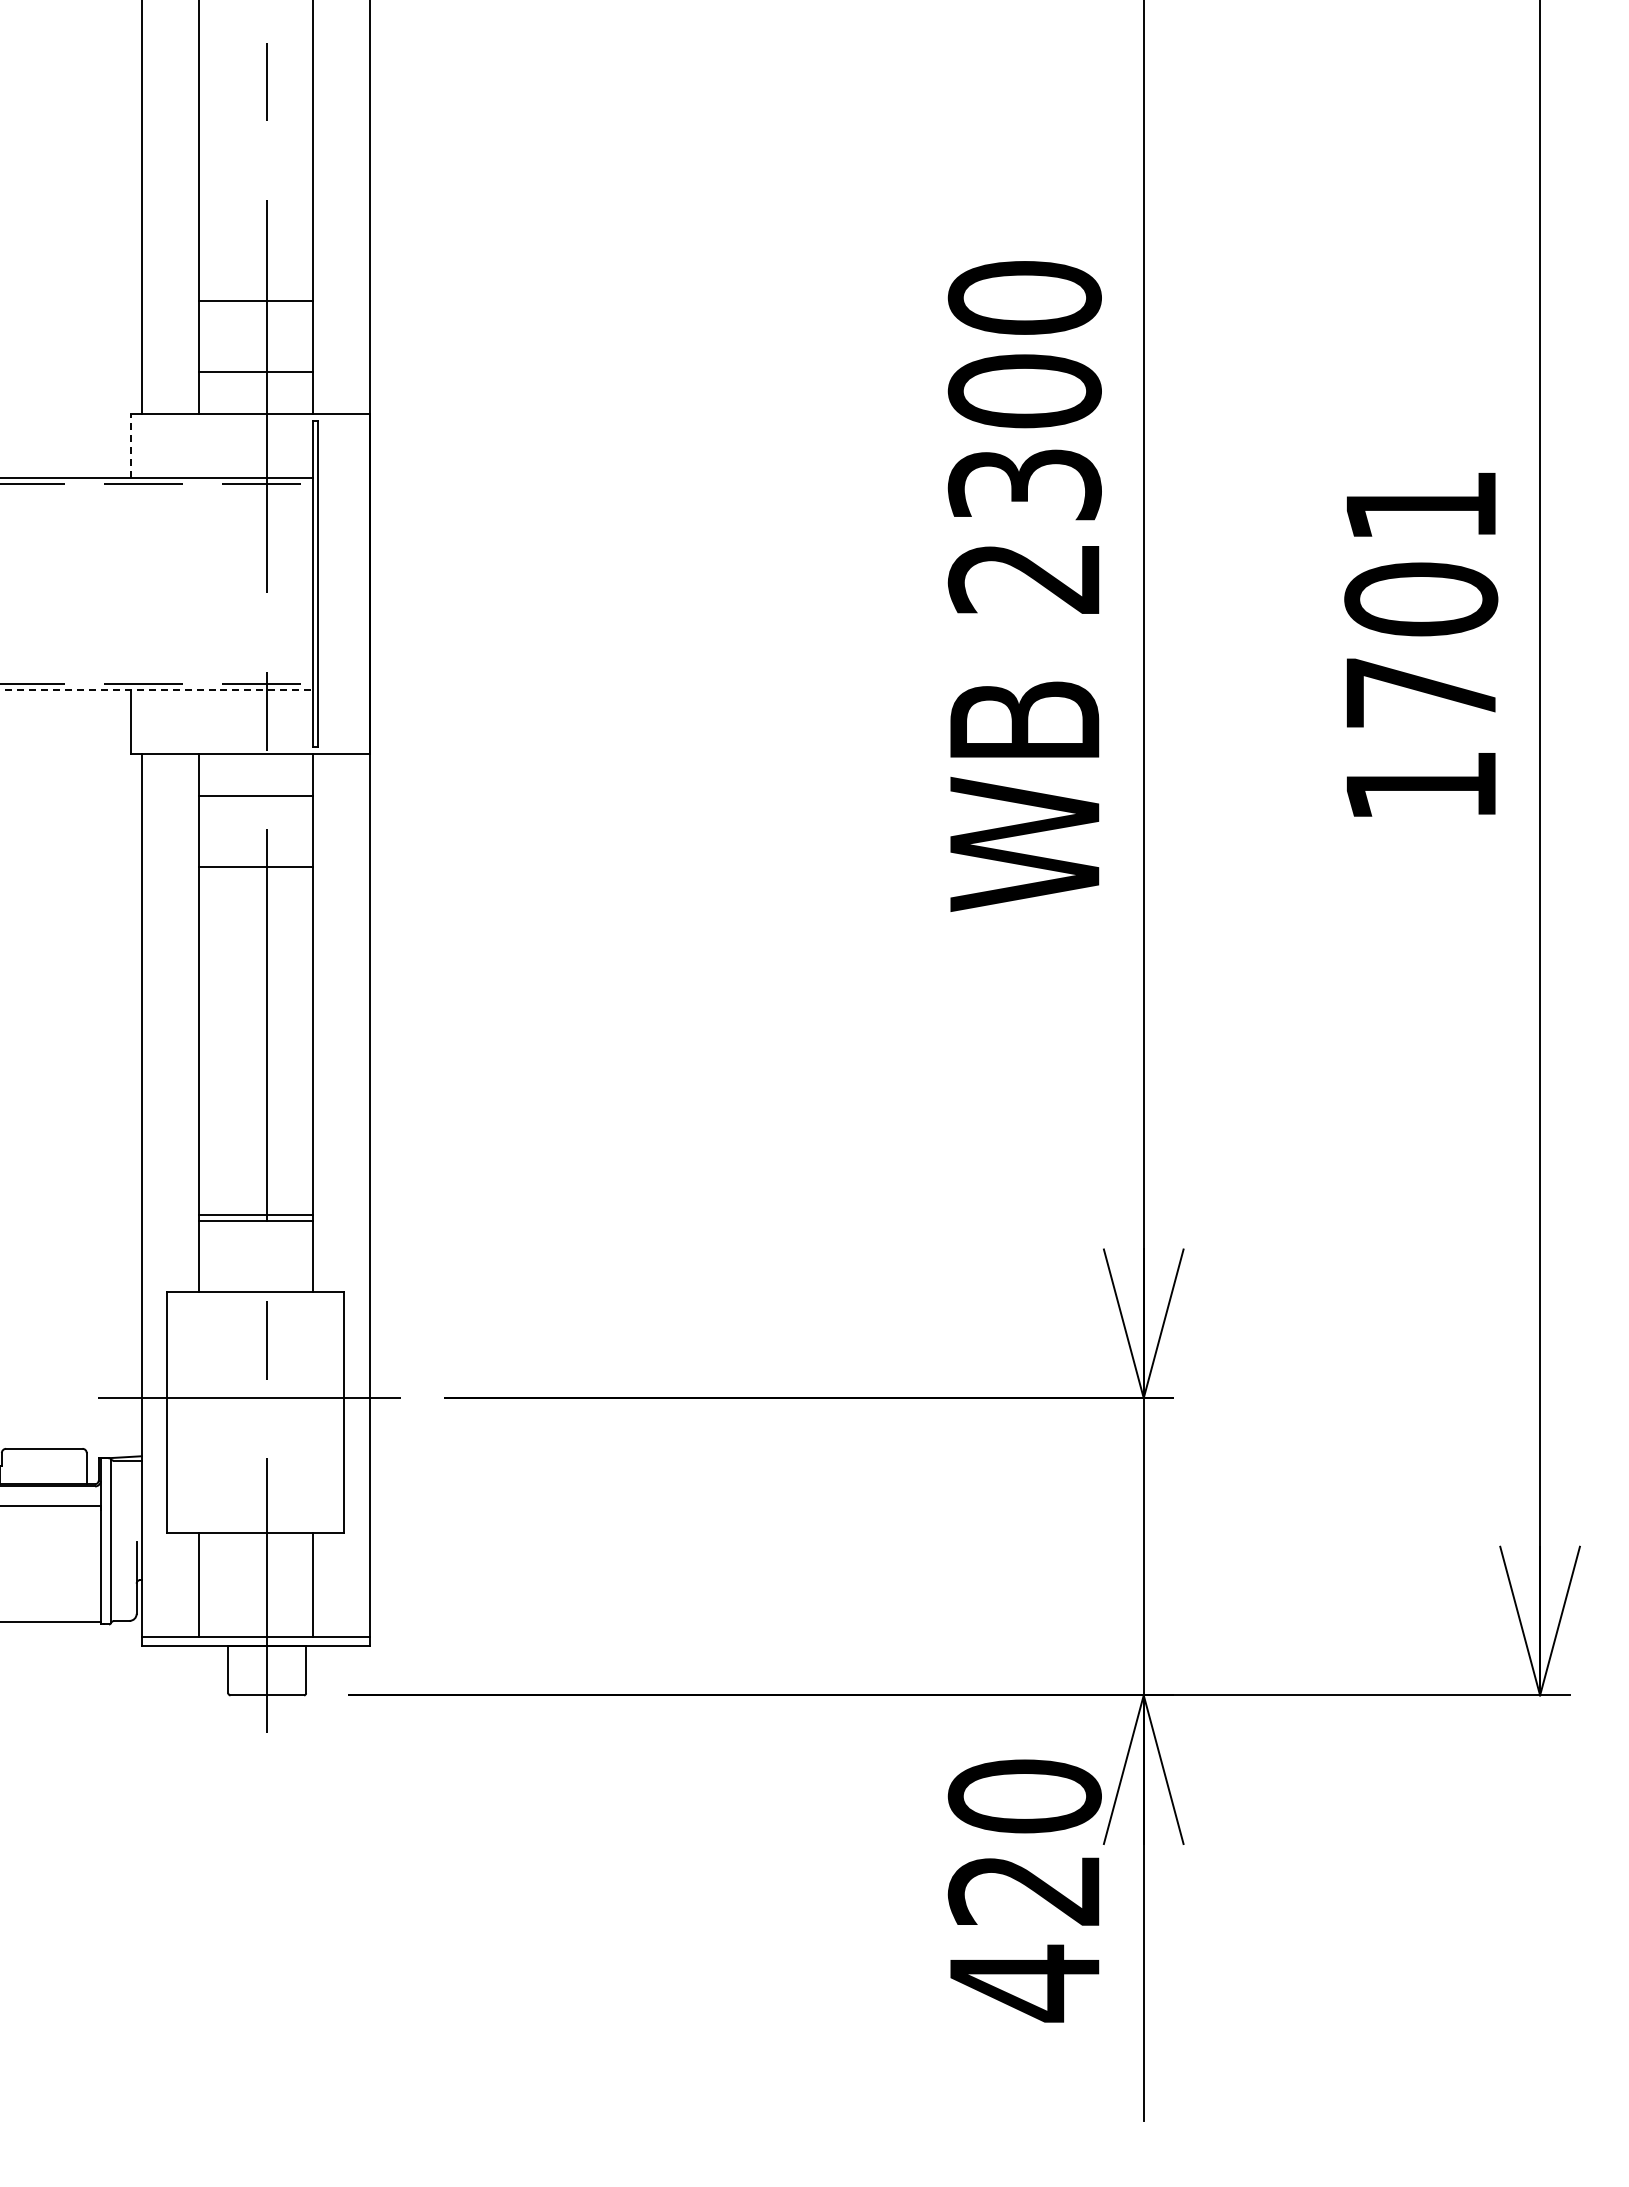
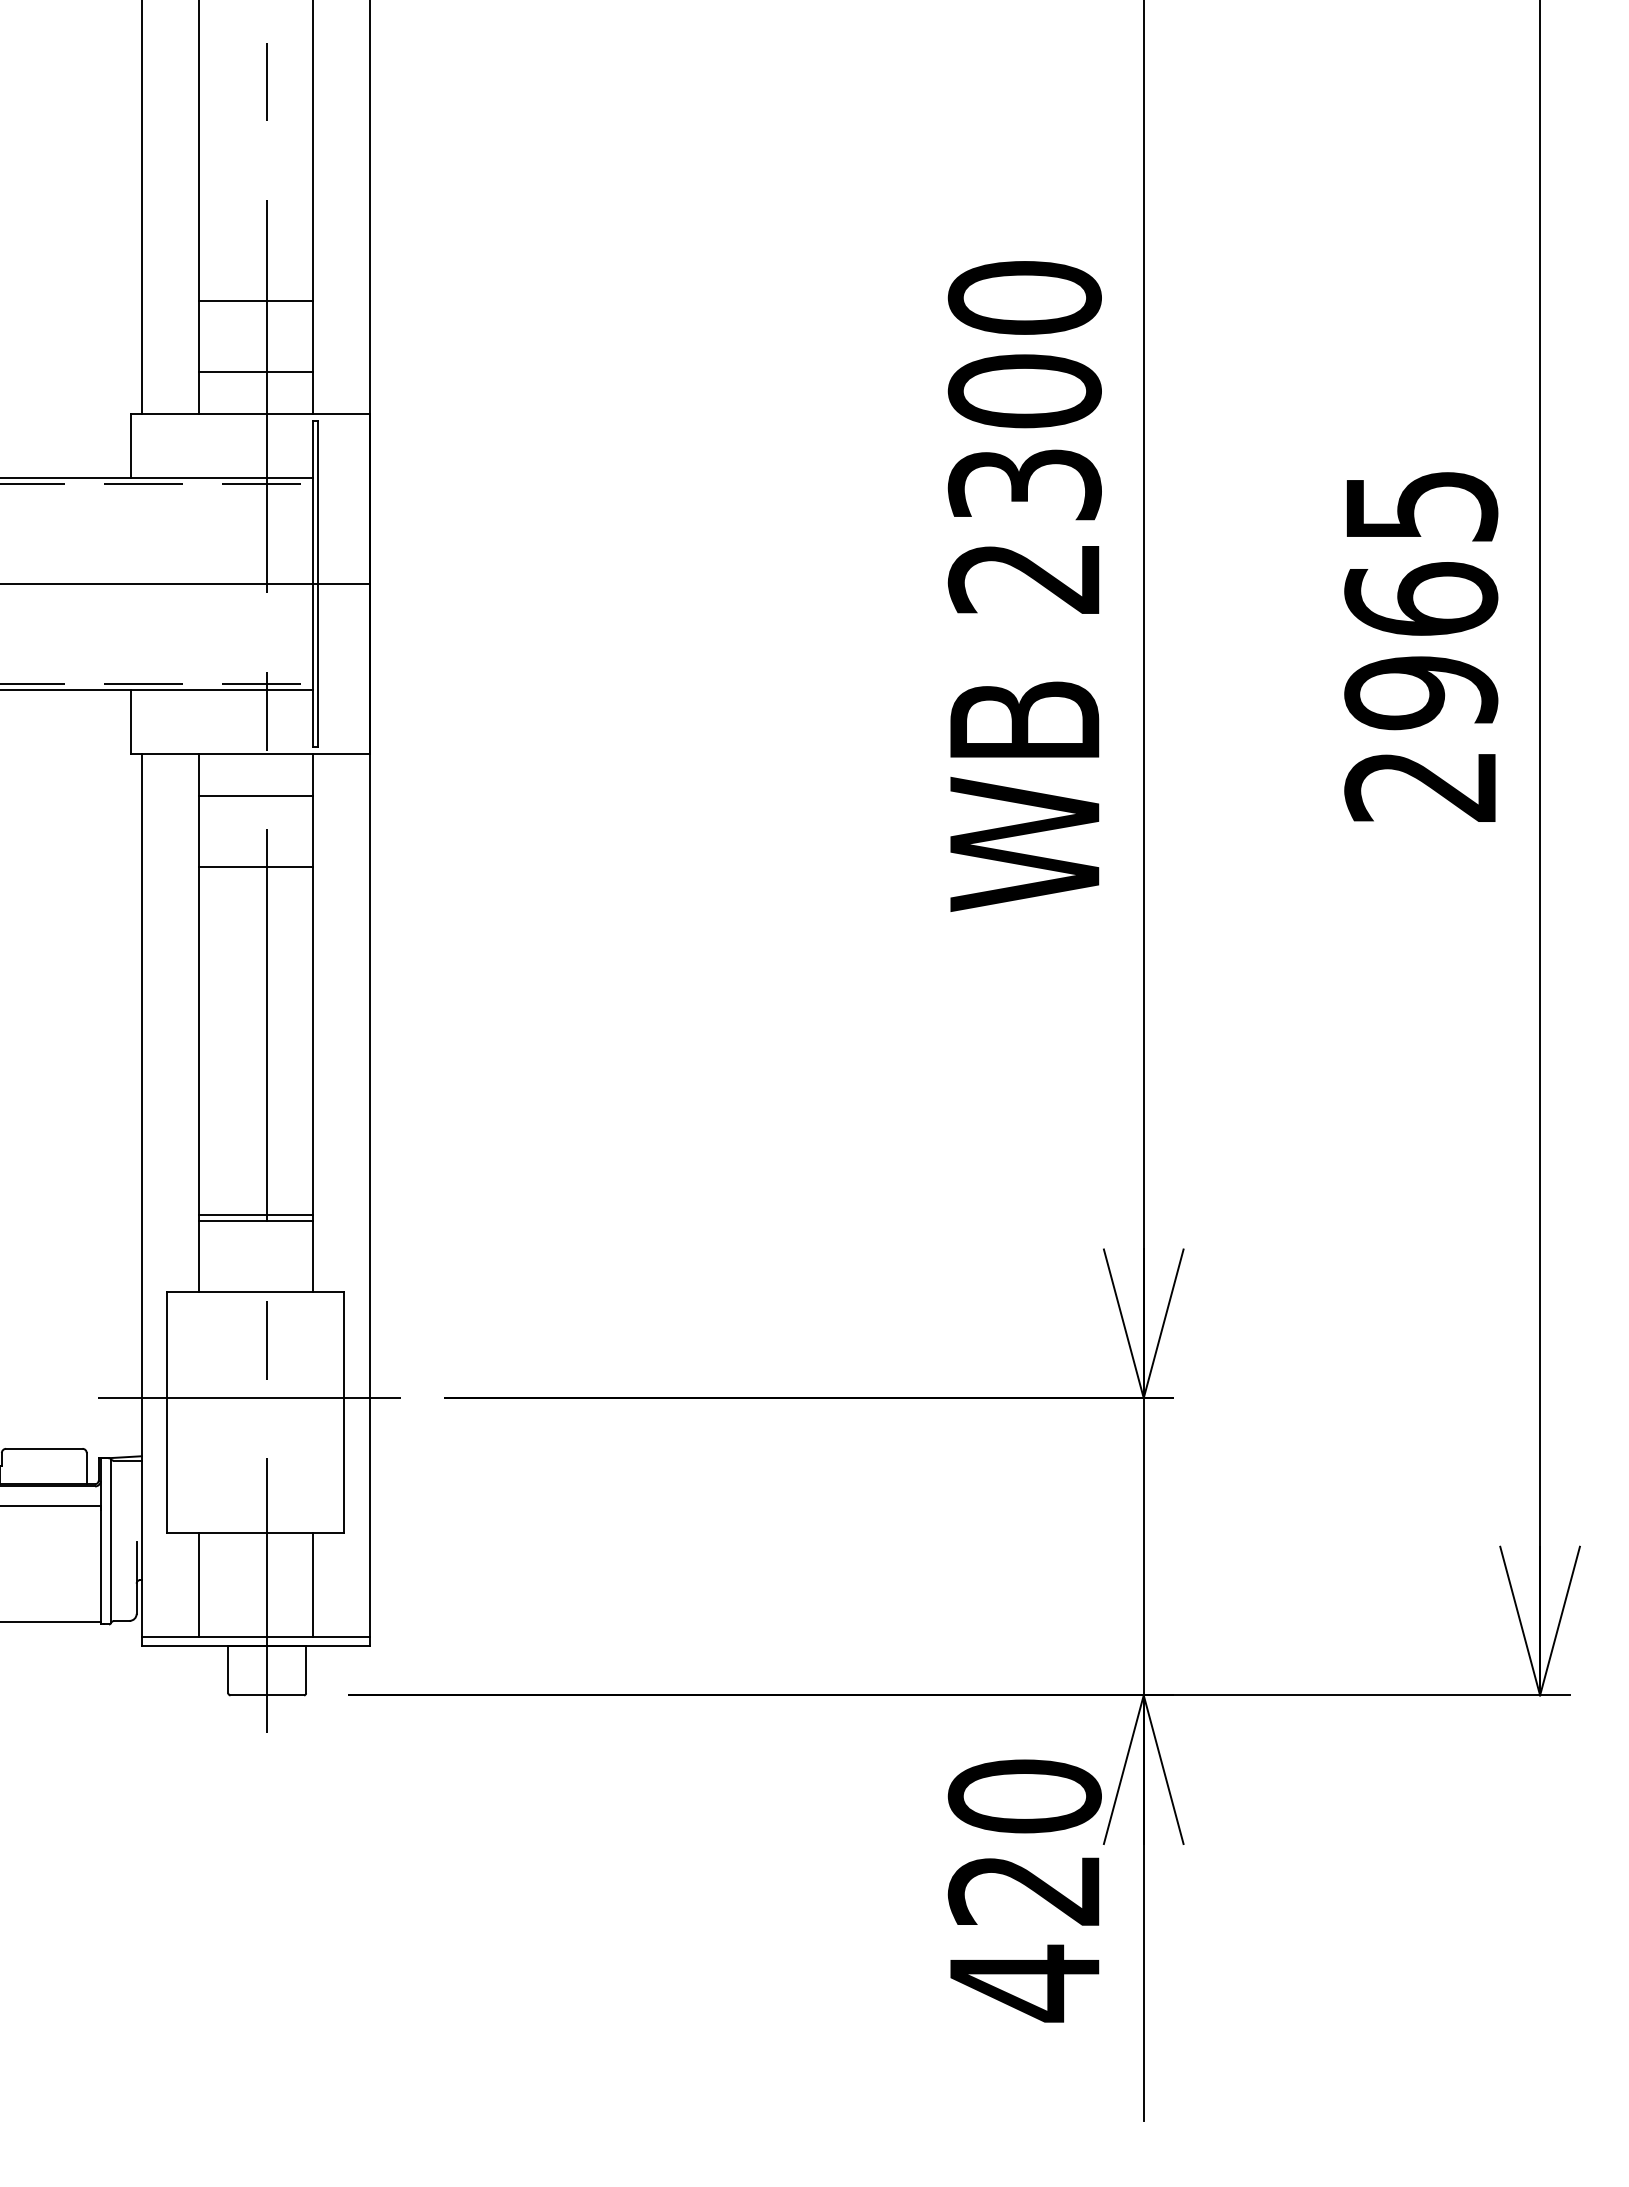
line at (131, 446): dashed -> solid
line at (200, 584): none -> present
text at (1421, 646): 1701 -> 2965
line at (156, 690): dashed -> solid
